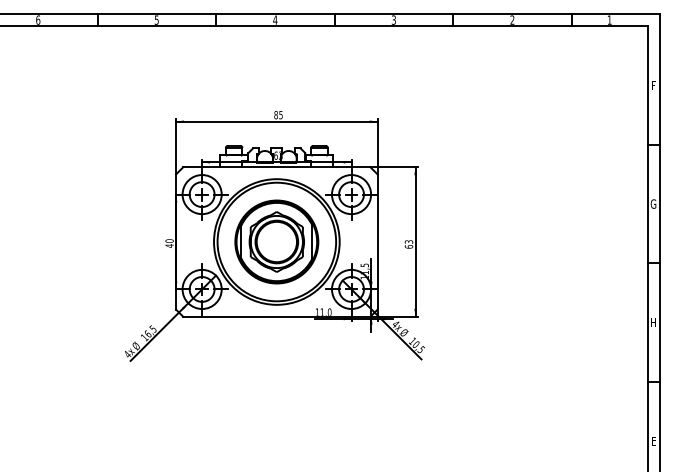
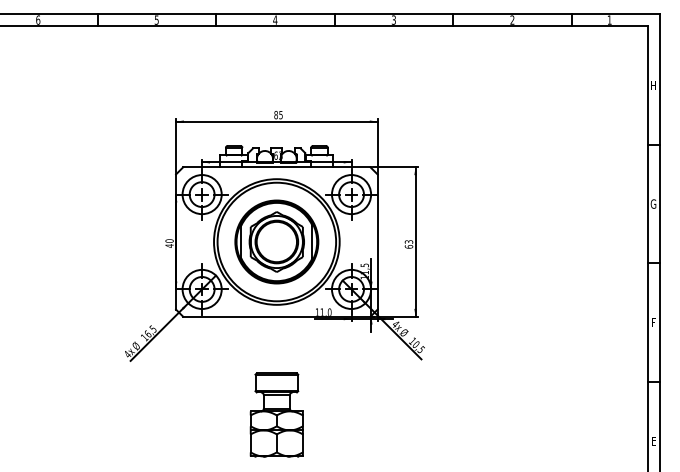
text at (653, 85): F -> H
text at (653, 322): H -> F
part at (276, 414): none -> present
